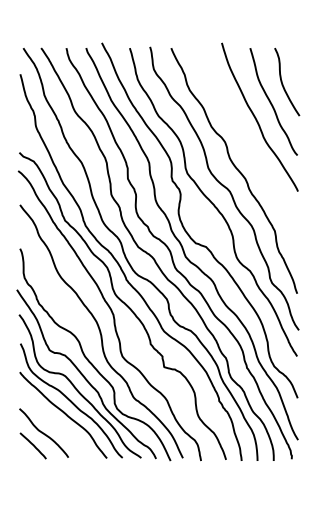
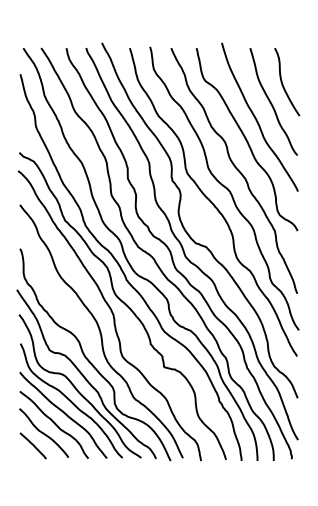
curve at (246, 139): none -> present
curve at (53, 423): none -> present
